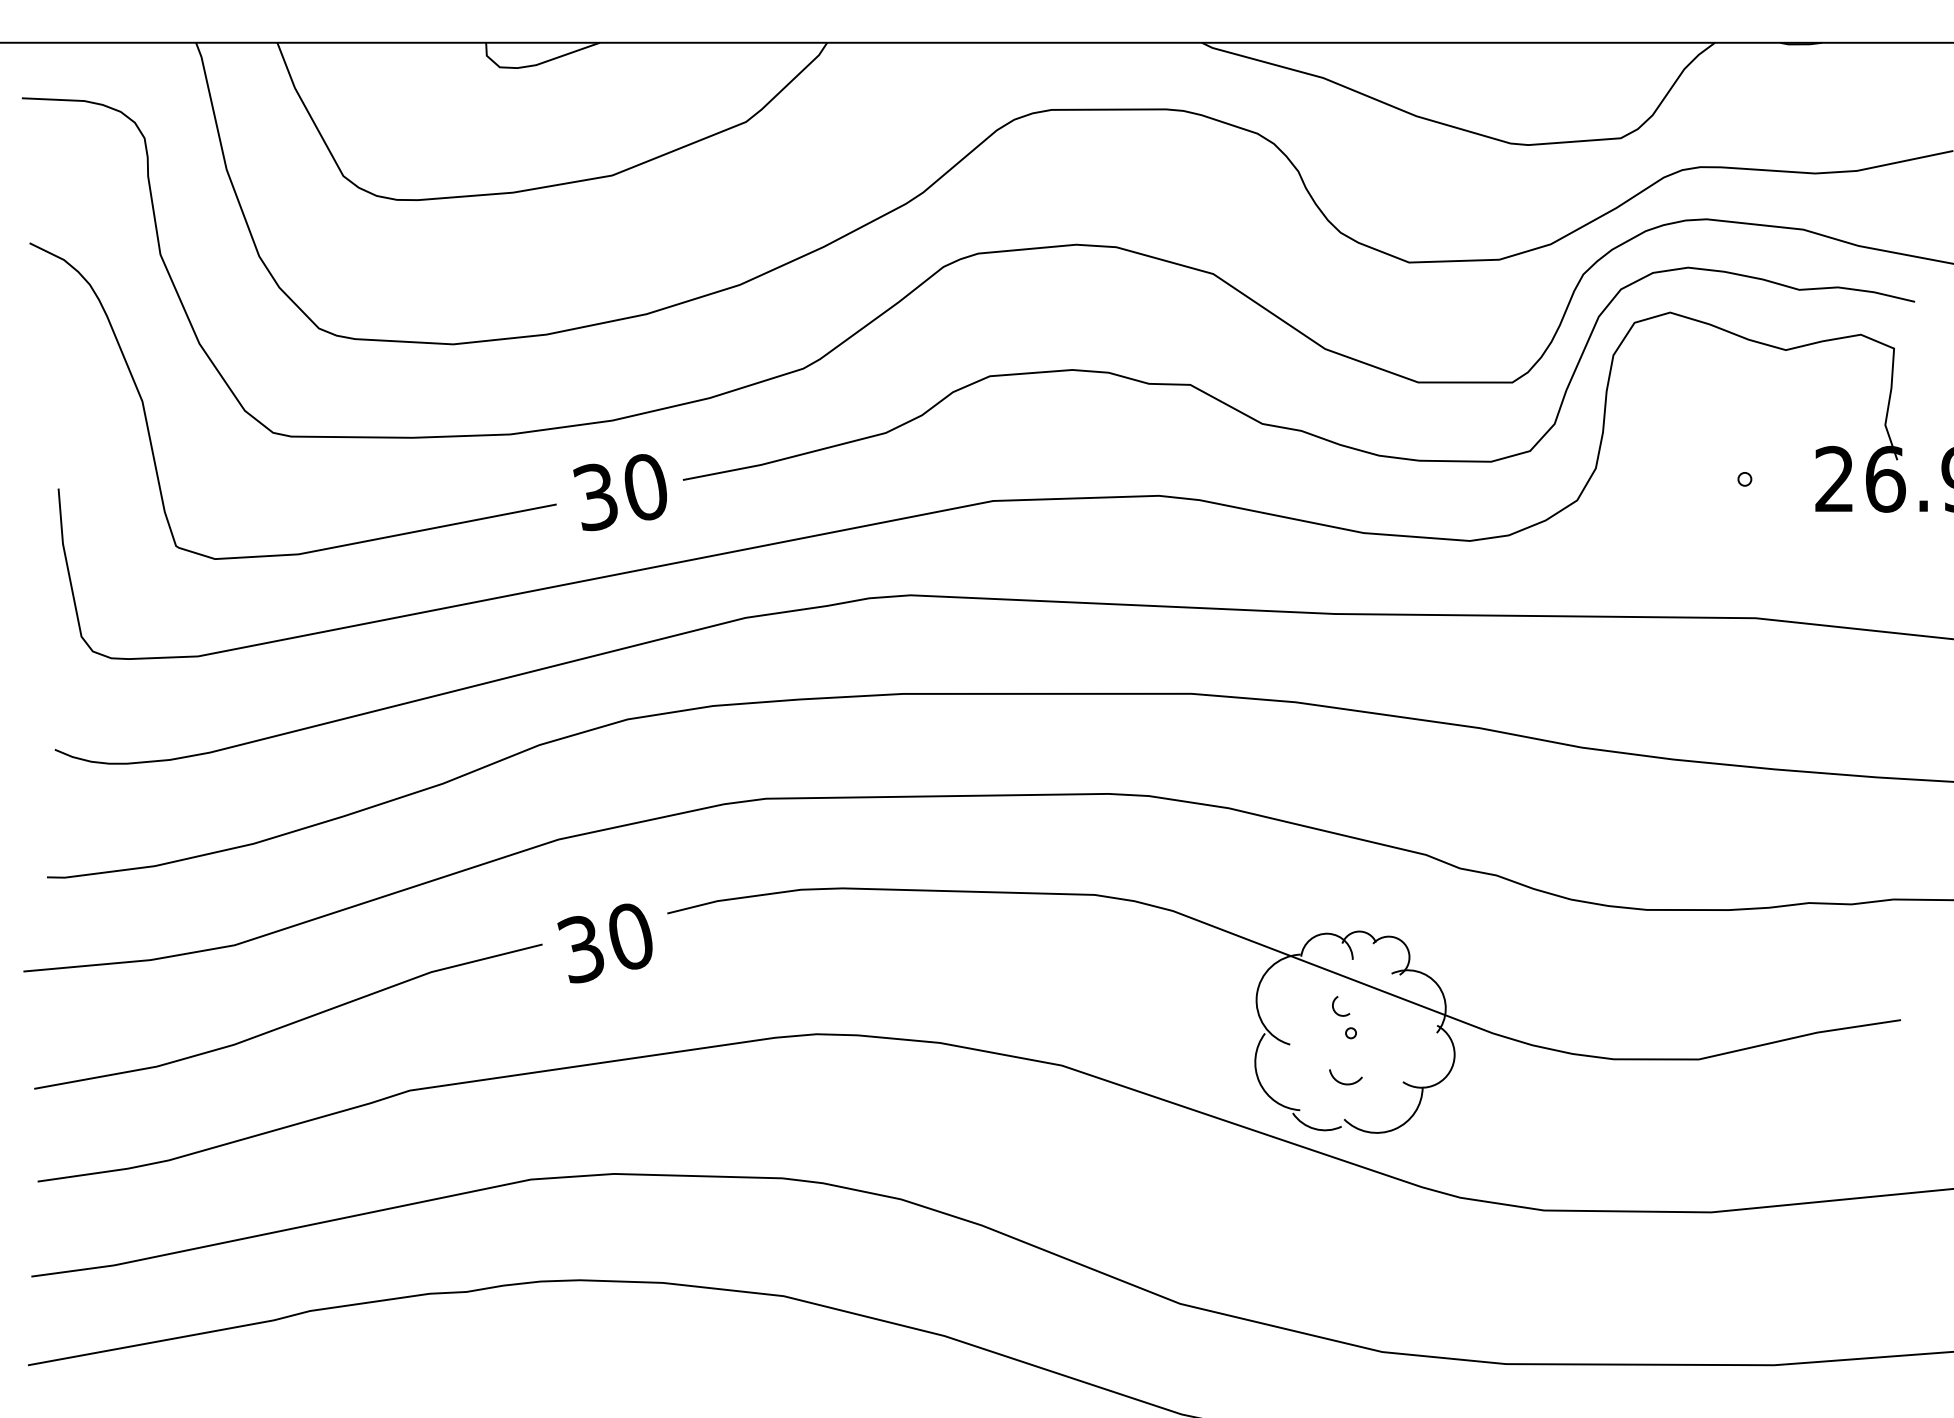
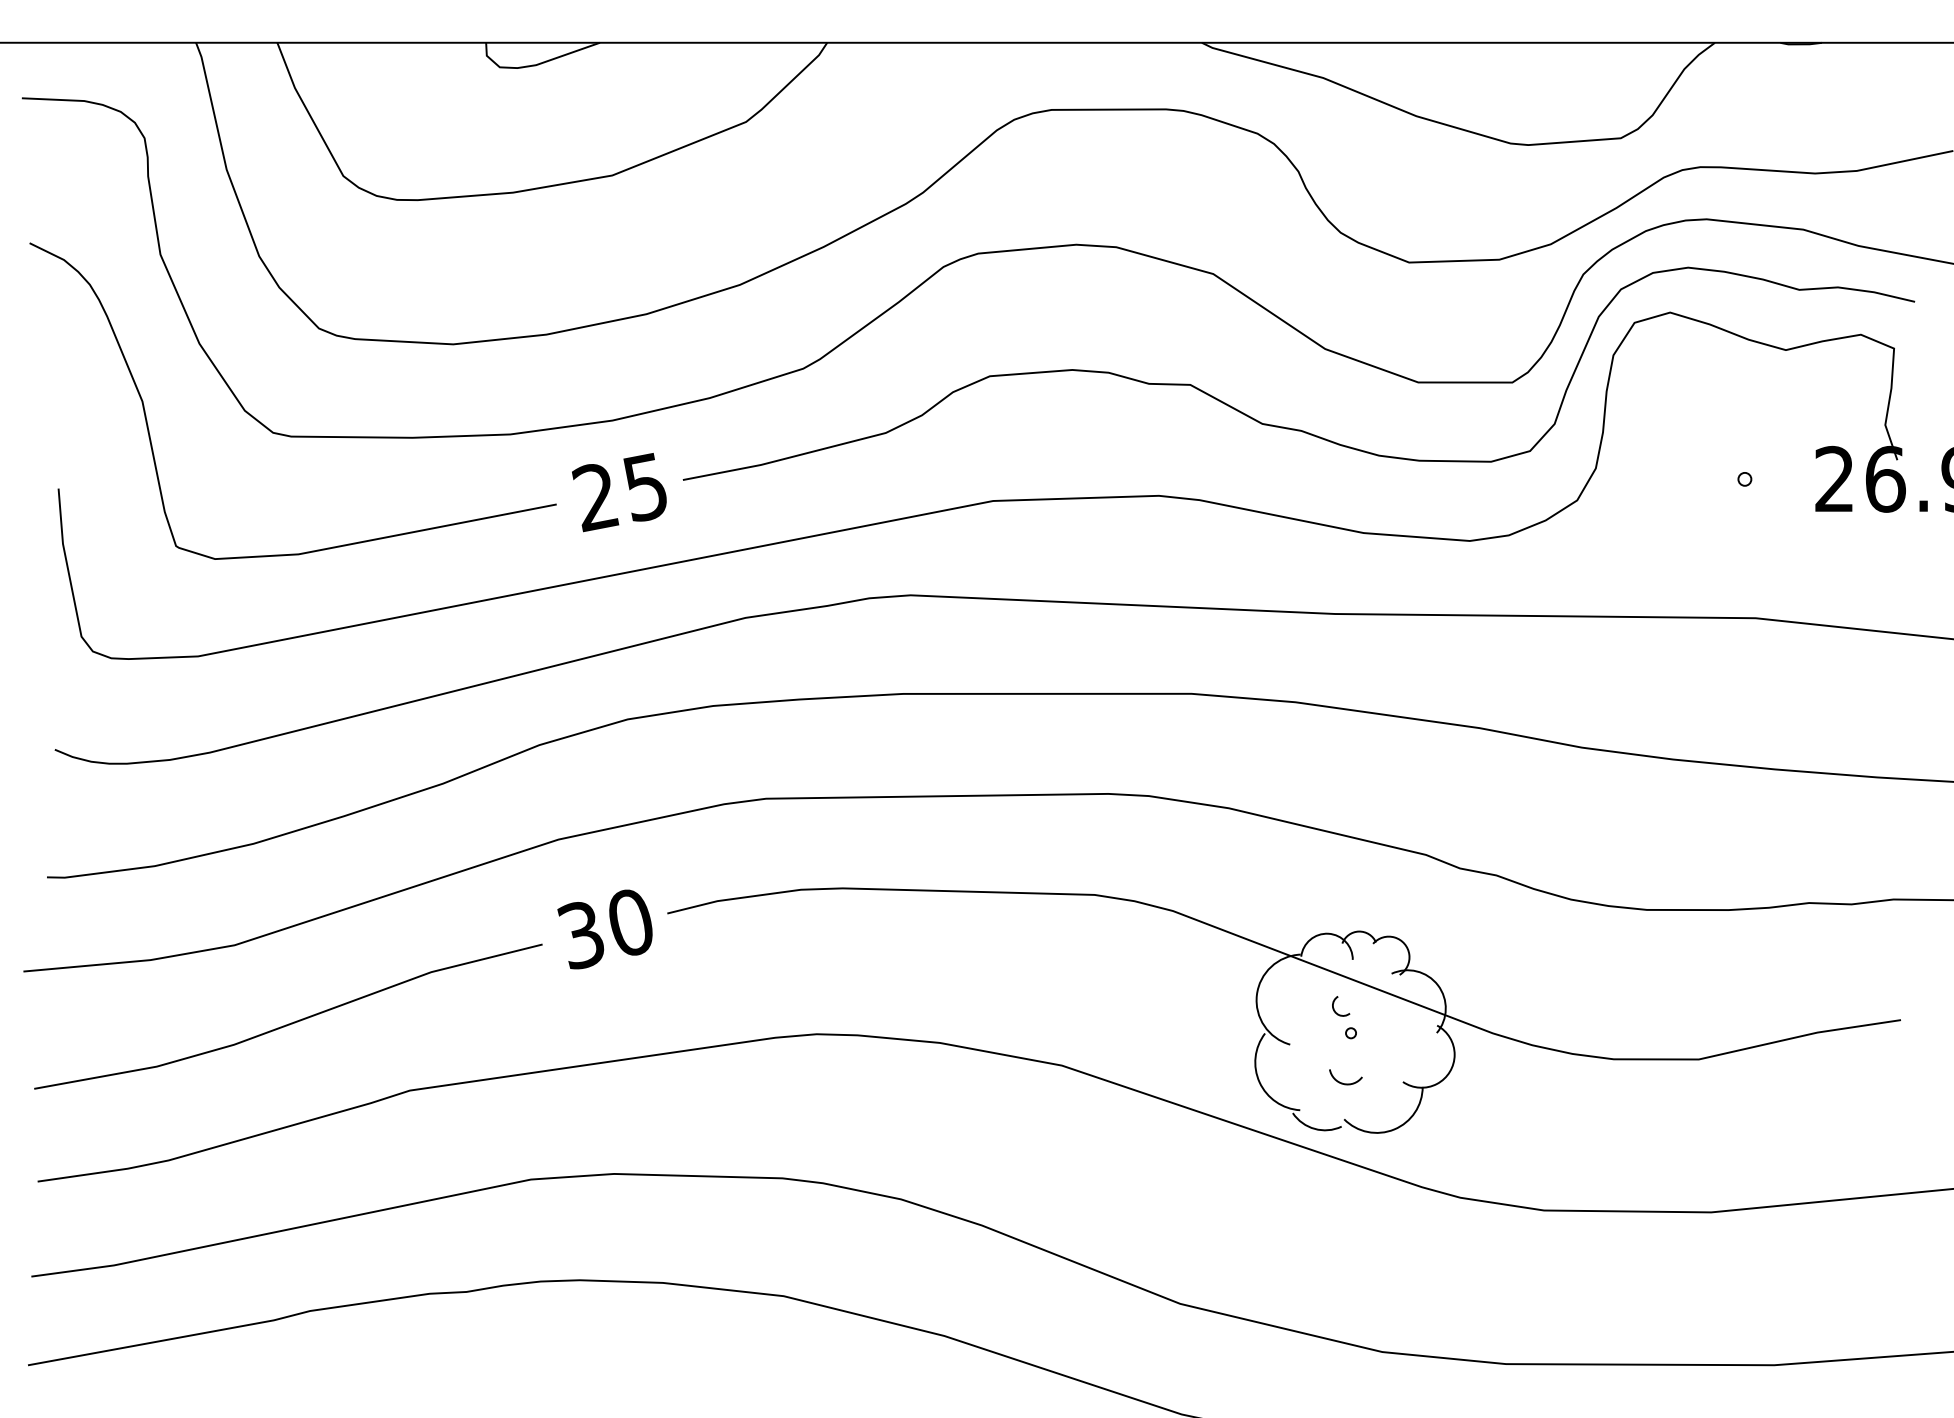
text at (619, 492): 30 -> 25
text at (604, 943) position: (604, 943) -> (604, 929)
